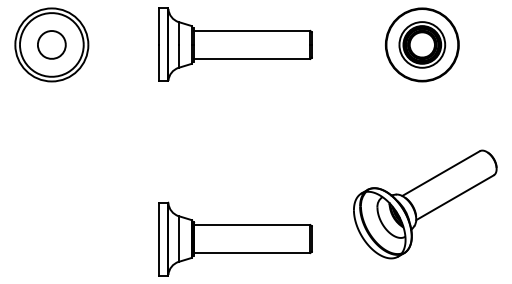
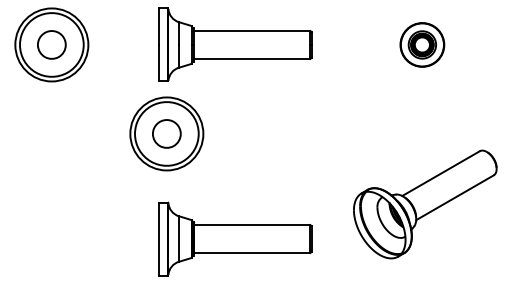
part at (422, 44) size: 75x76 px -> 47x46 px
part at (166, 133): none -> present
